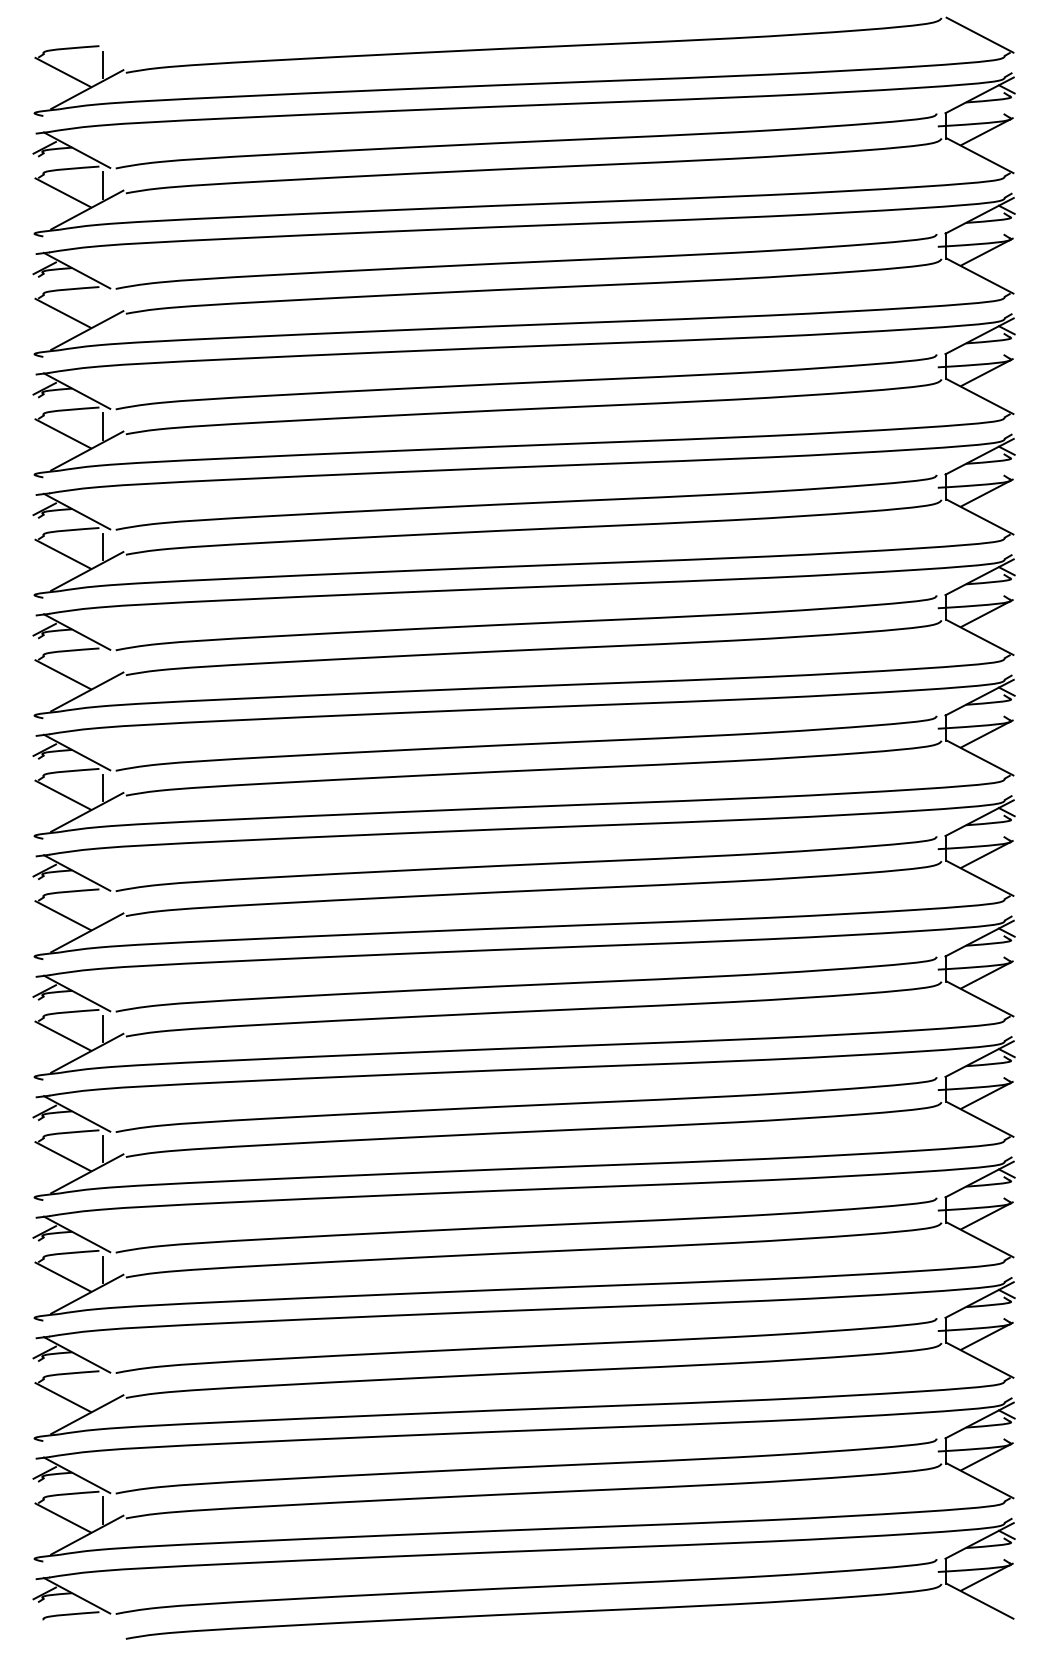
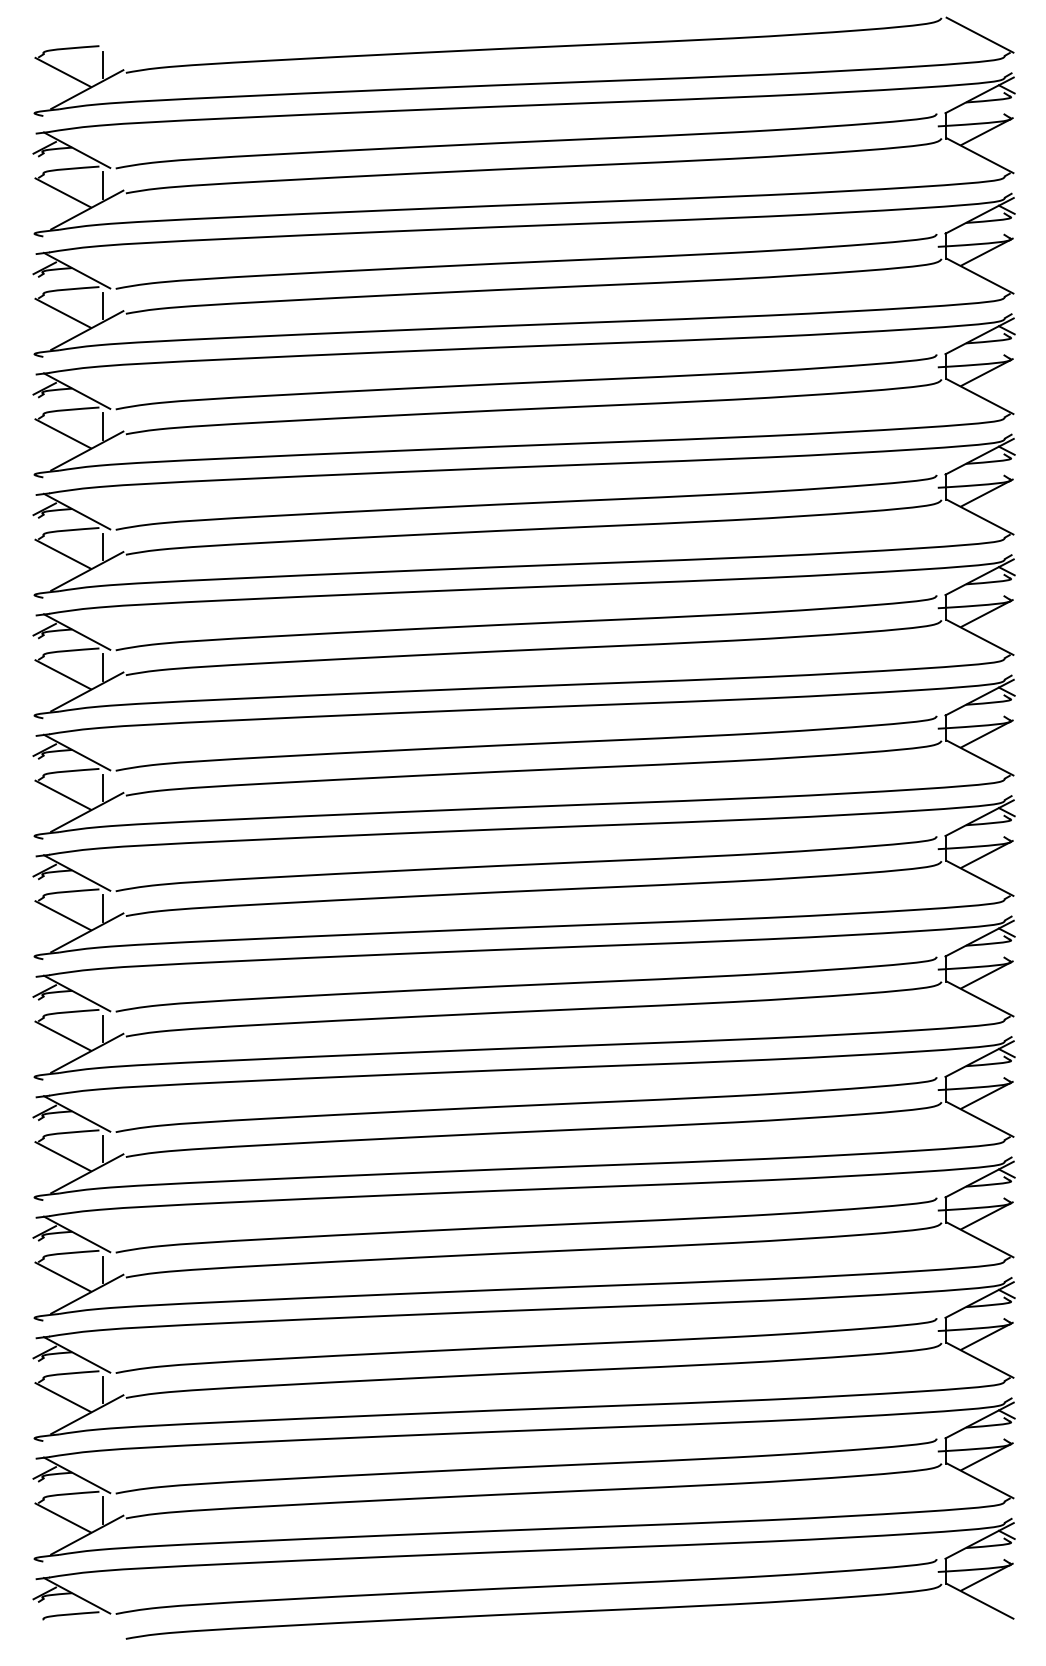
line at (102, 305): none -> present
line at (102, 667): none -> present
line at (102, 908): none -> present
line at (102, 1390): none -> present
